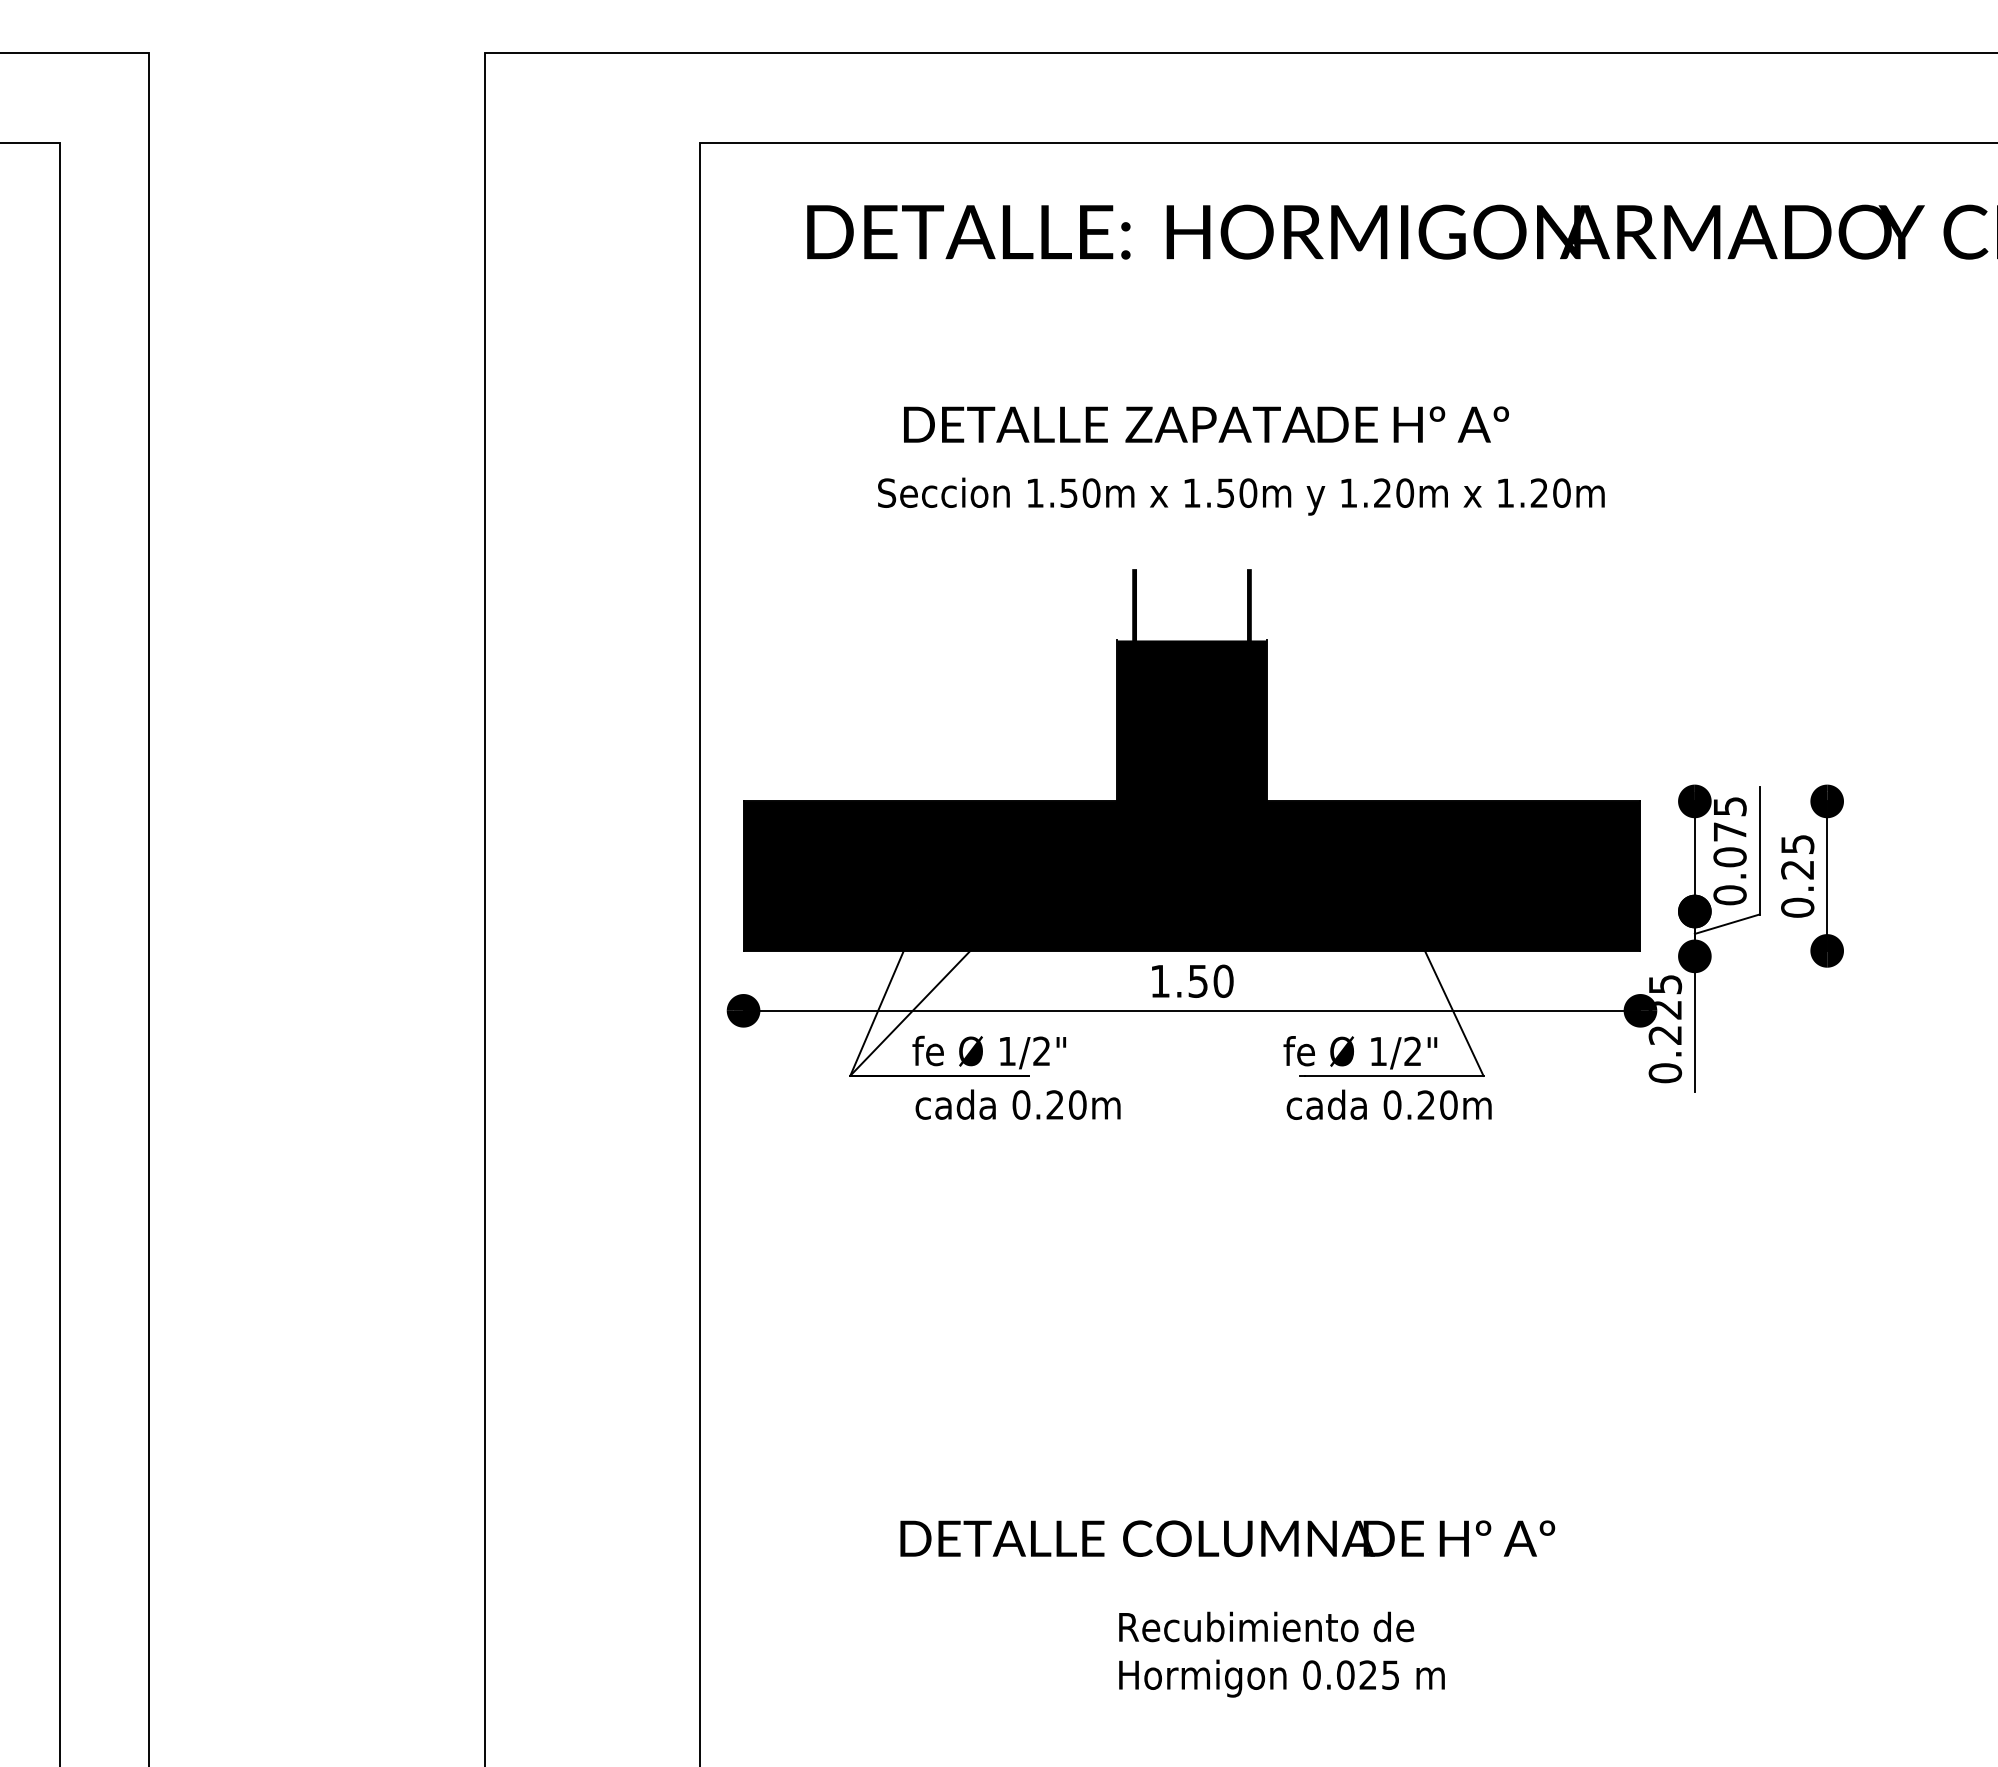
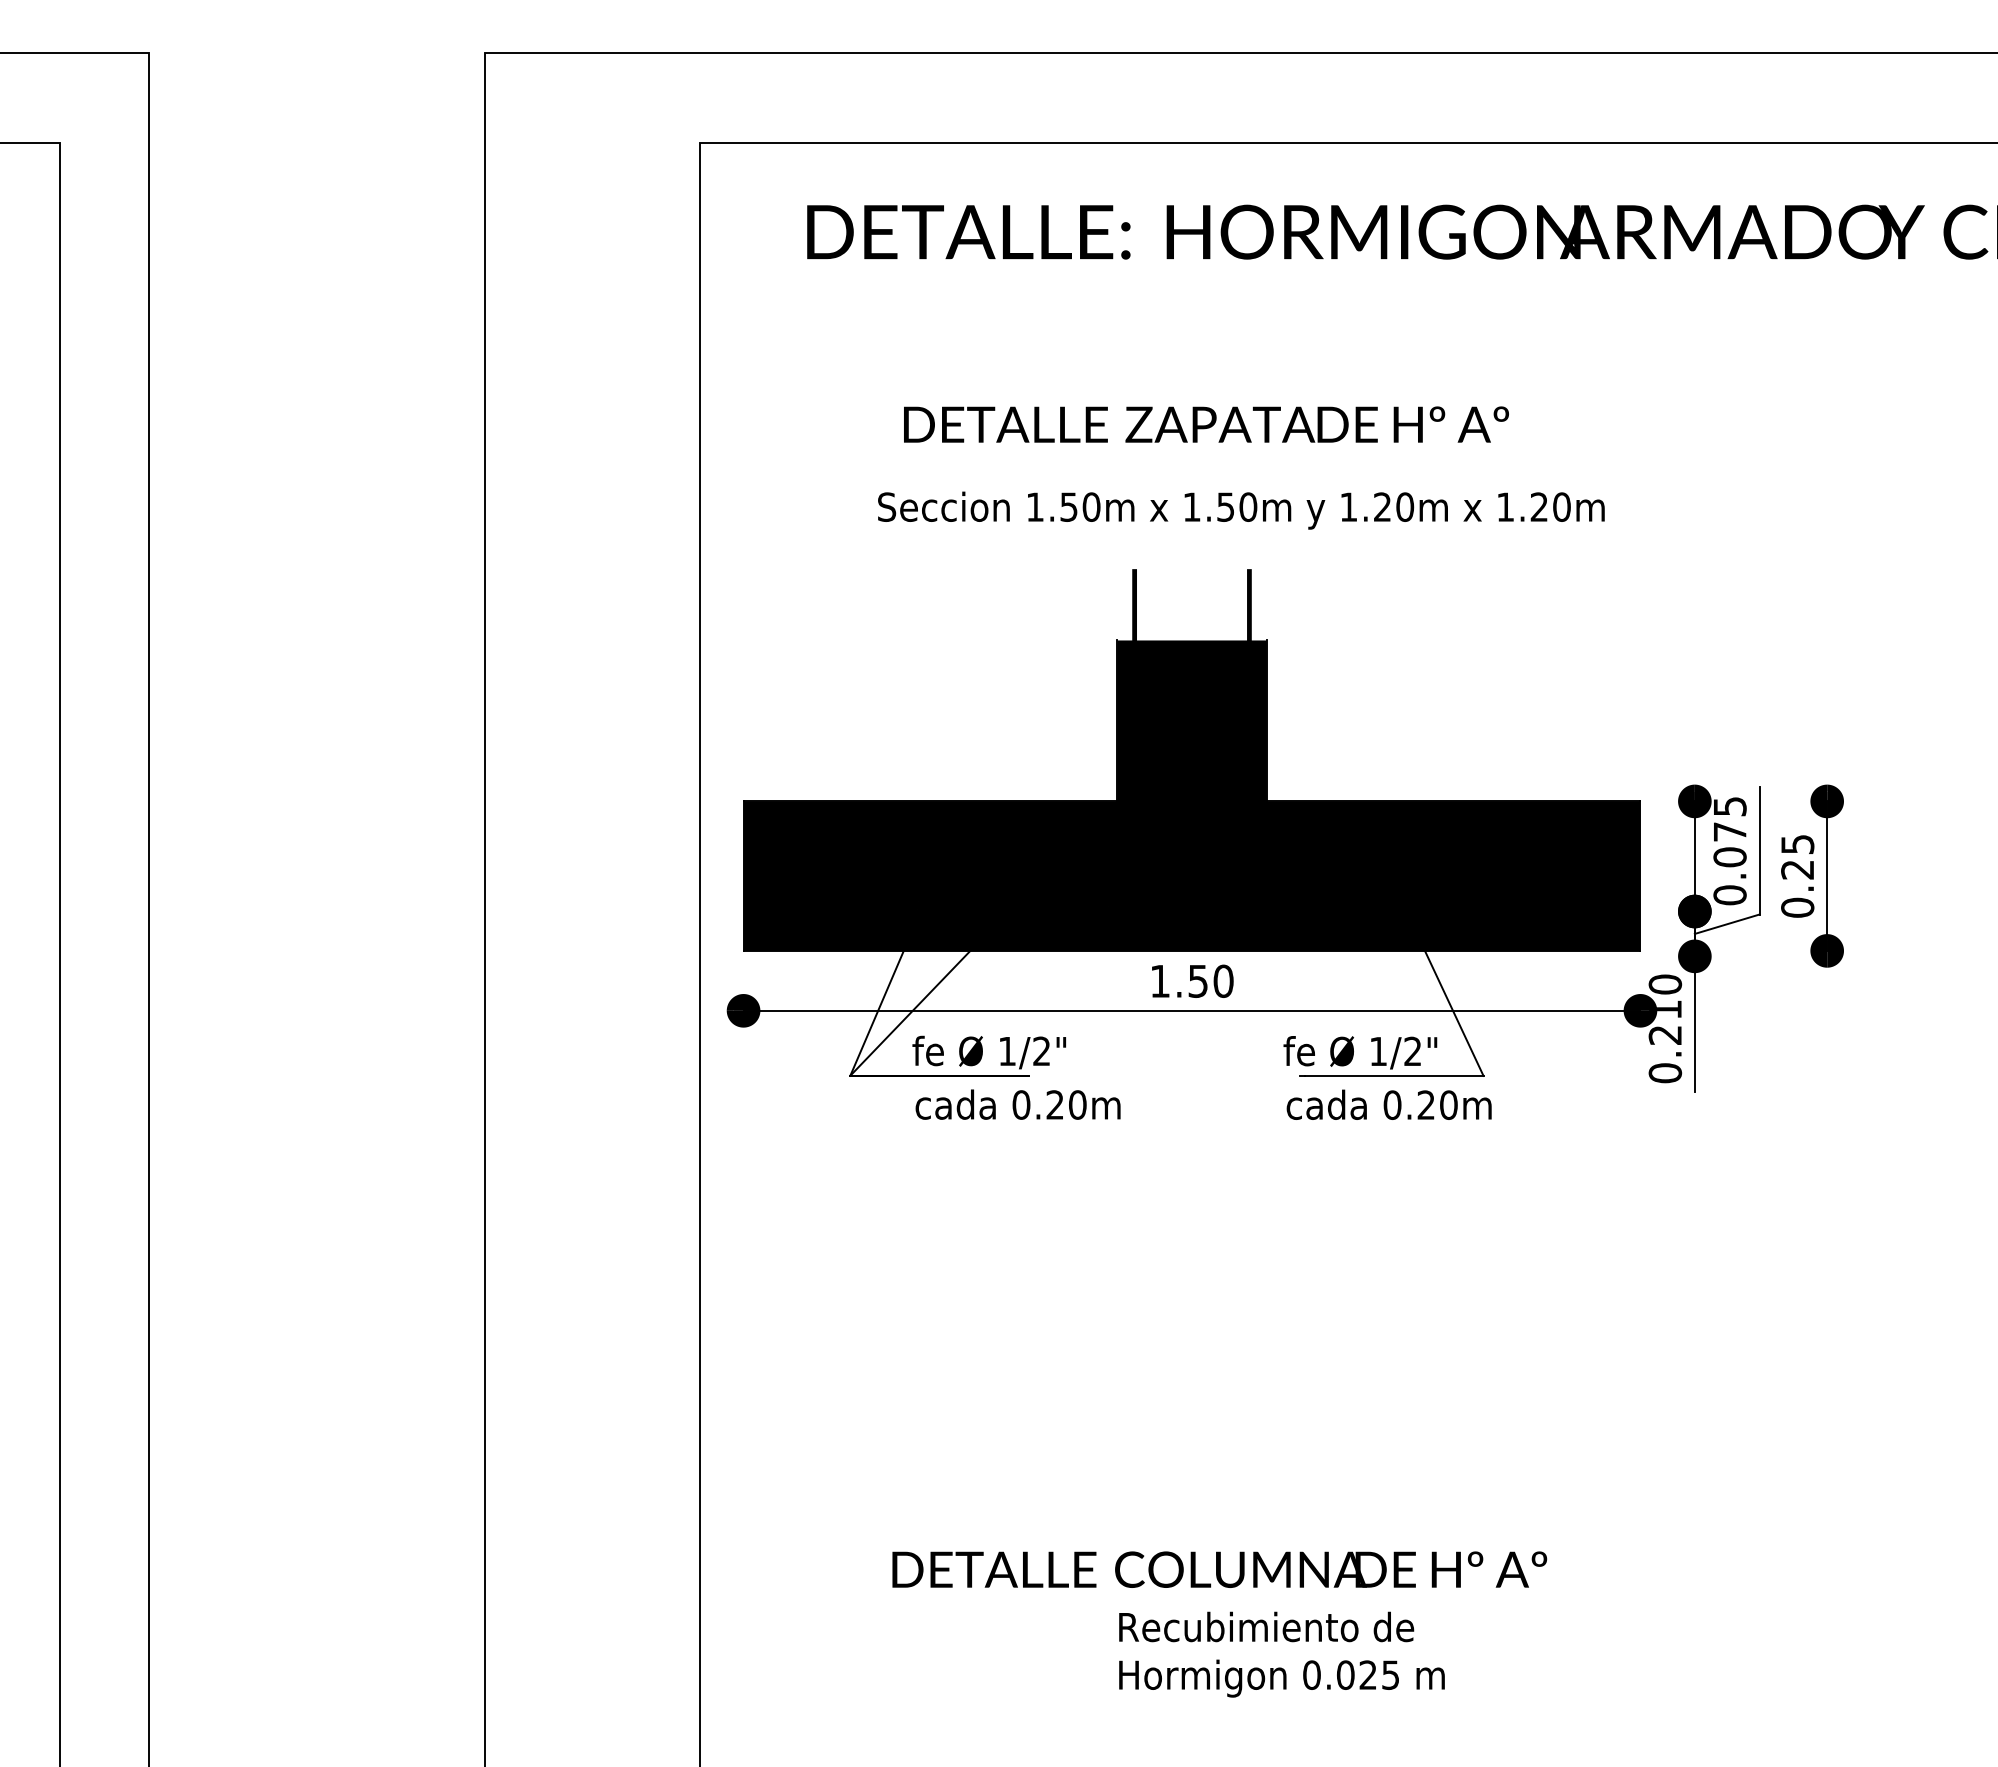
text at (1241, 496) position: (1241, 496) -> (1241, 510)
text at (1665, 996): 0.225 -> 0.210
text at (1227, 1538) position: (1227, 1538) -> (1219, 1569)
